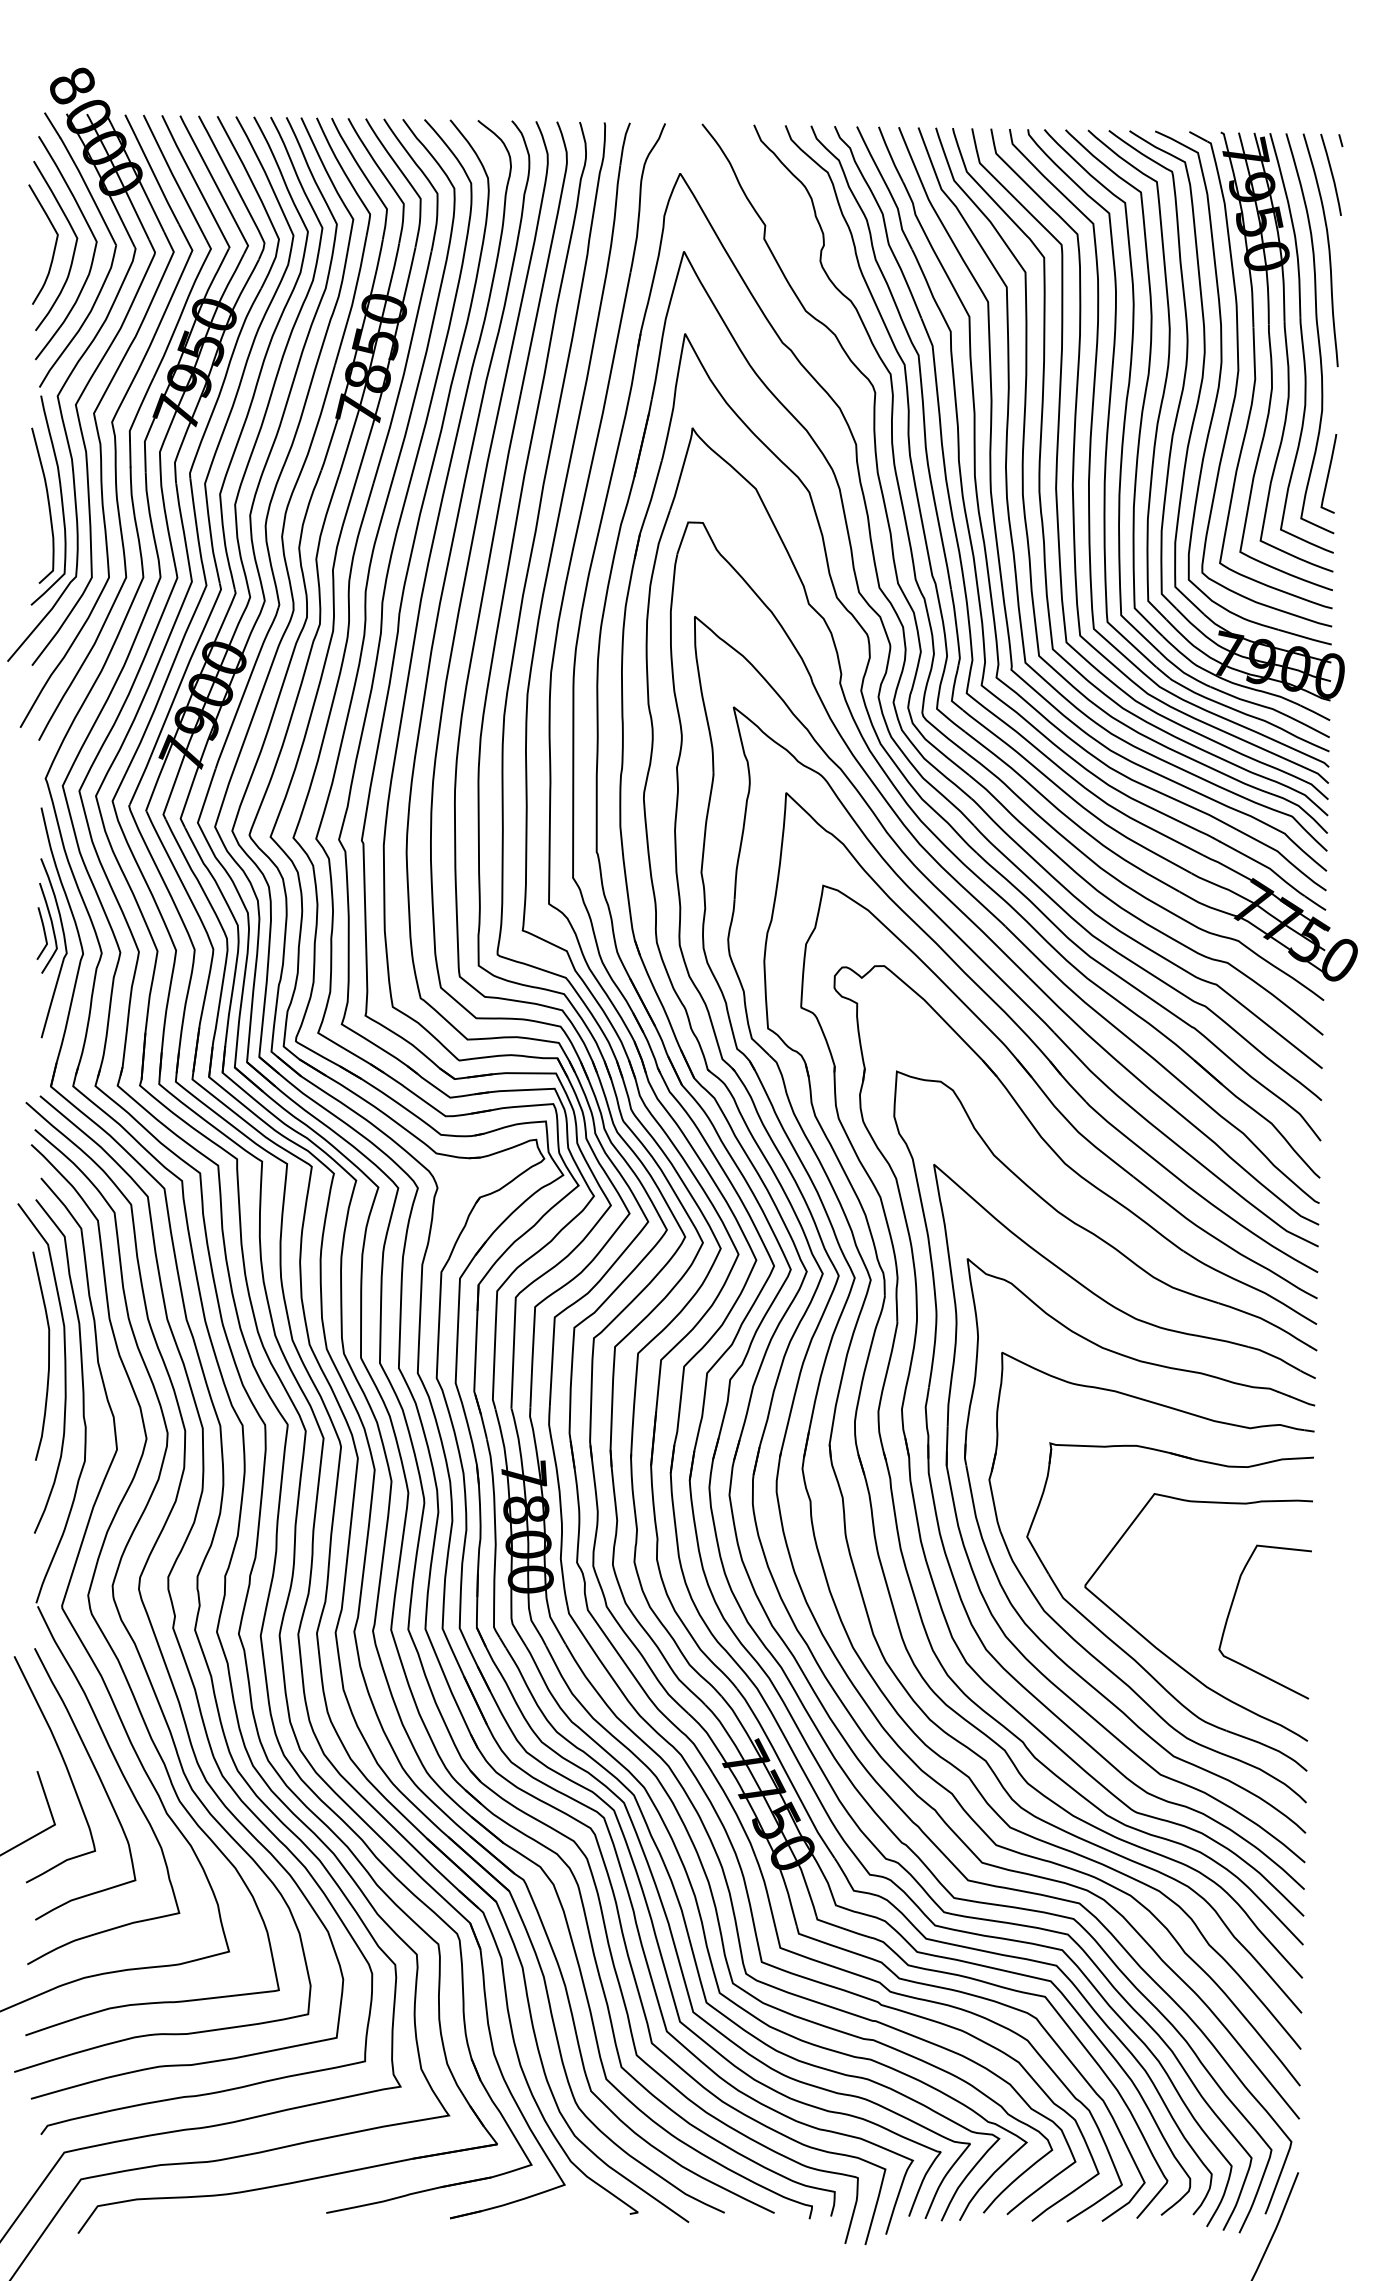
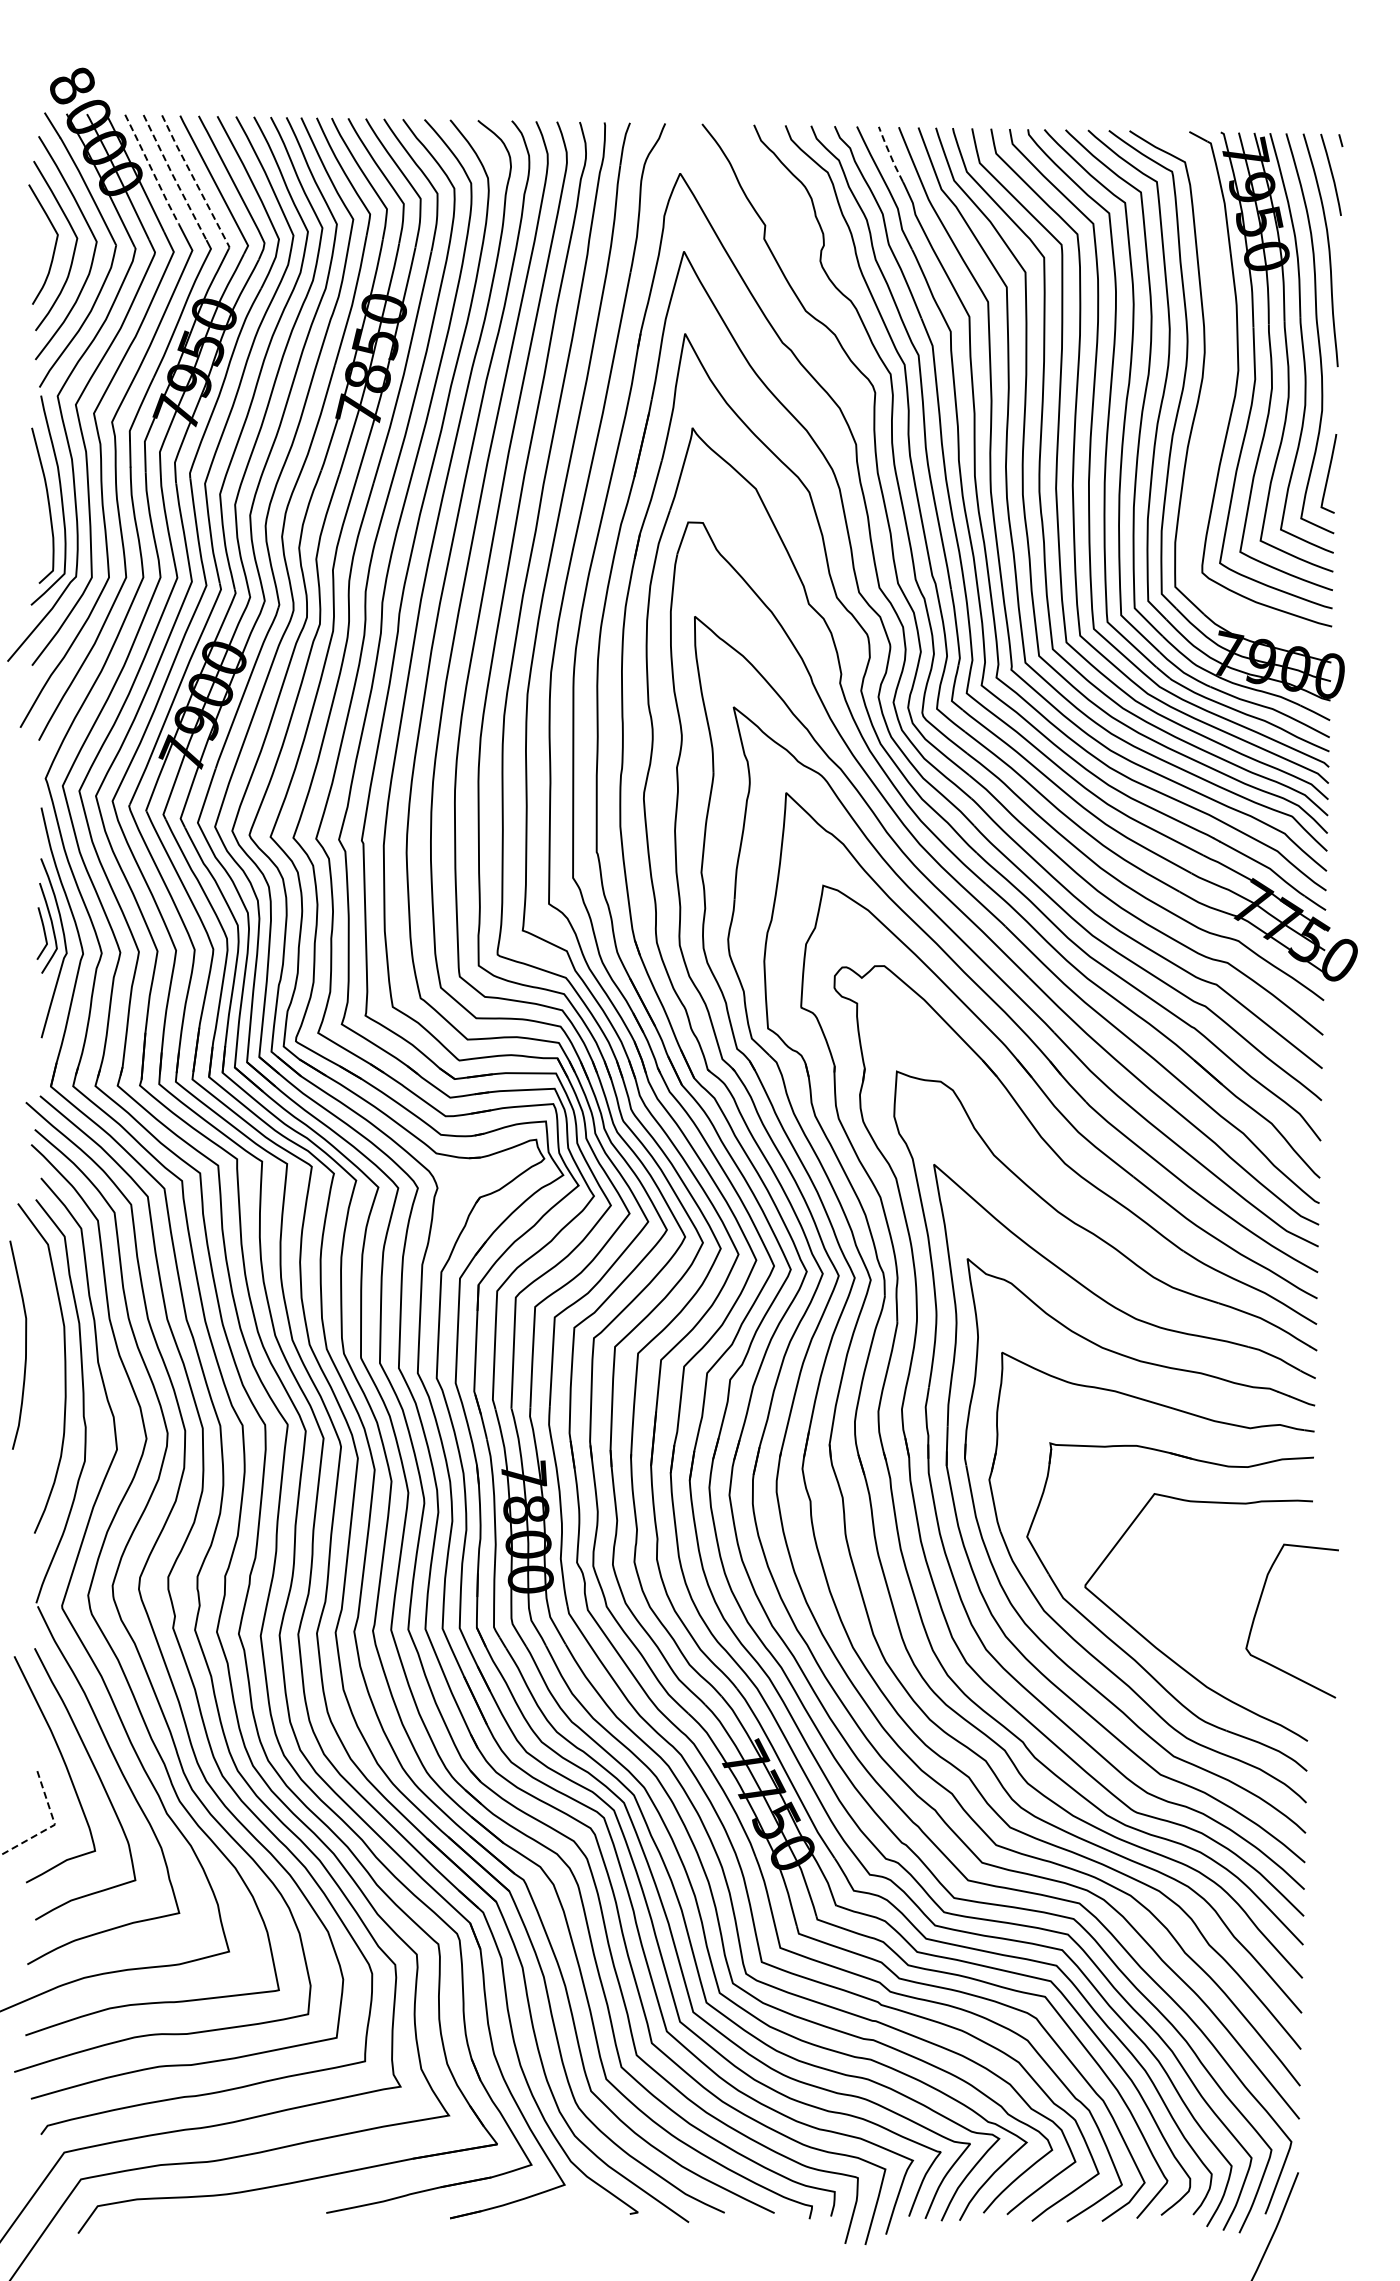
line at (889, 154): solid -> dashed
line at (151, 169): solid -> dashed
line at (173, 177): solid -> dashed
line at (195, 182): solid -> dashed
part at (1220, 383): present -> none
curve at (48, 1355) position: (48, 1355) -> (25, 1344)
curve at (1231, 1609) position: (1231, 1609) -> (1258, 1608)
line at (52, 1826): solid -> dashed
